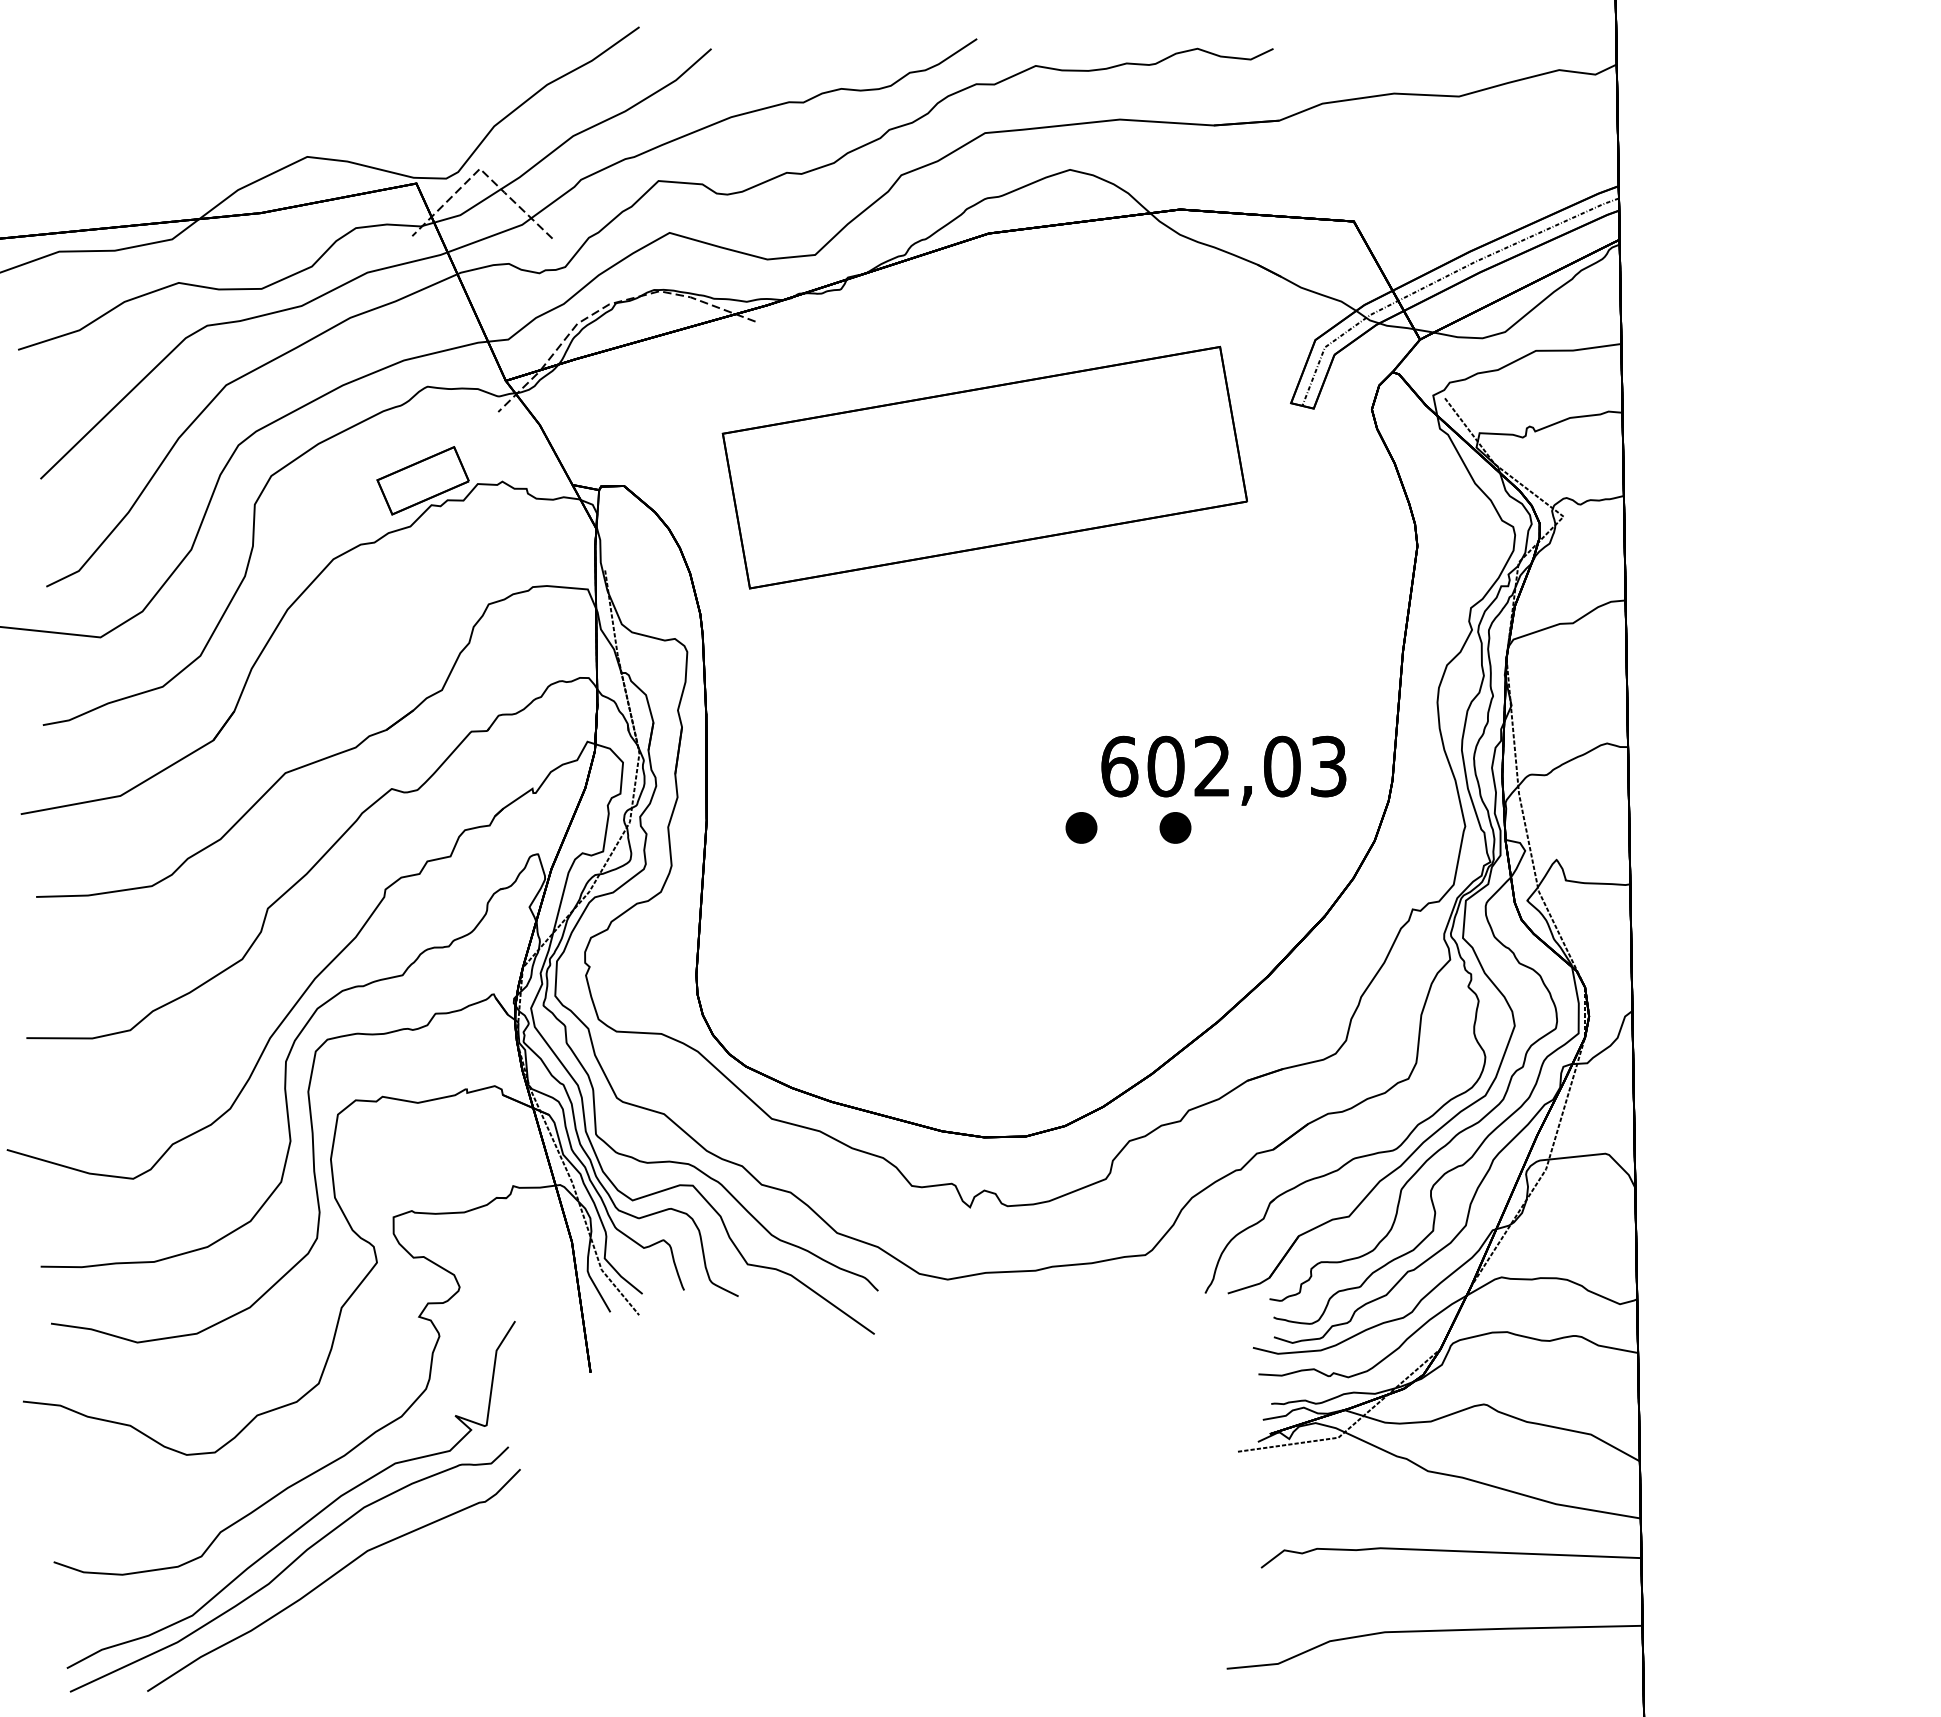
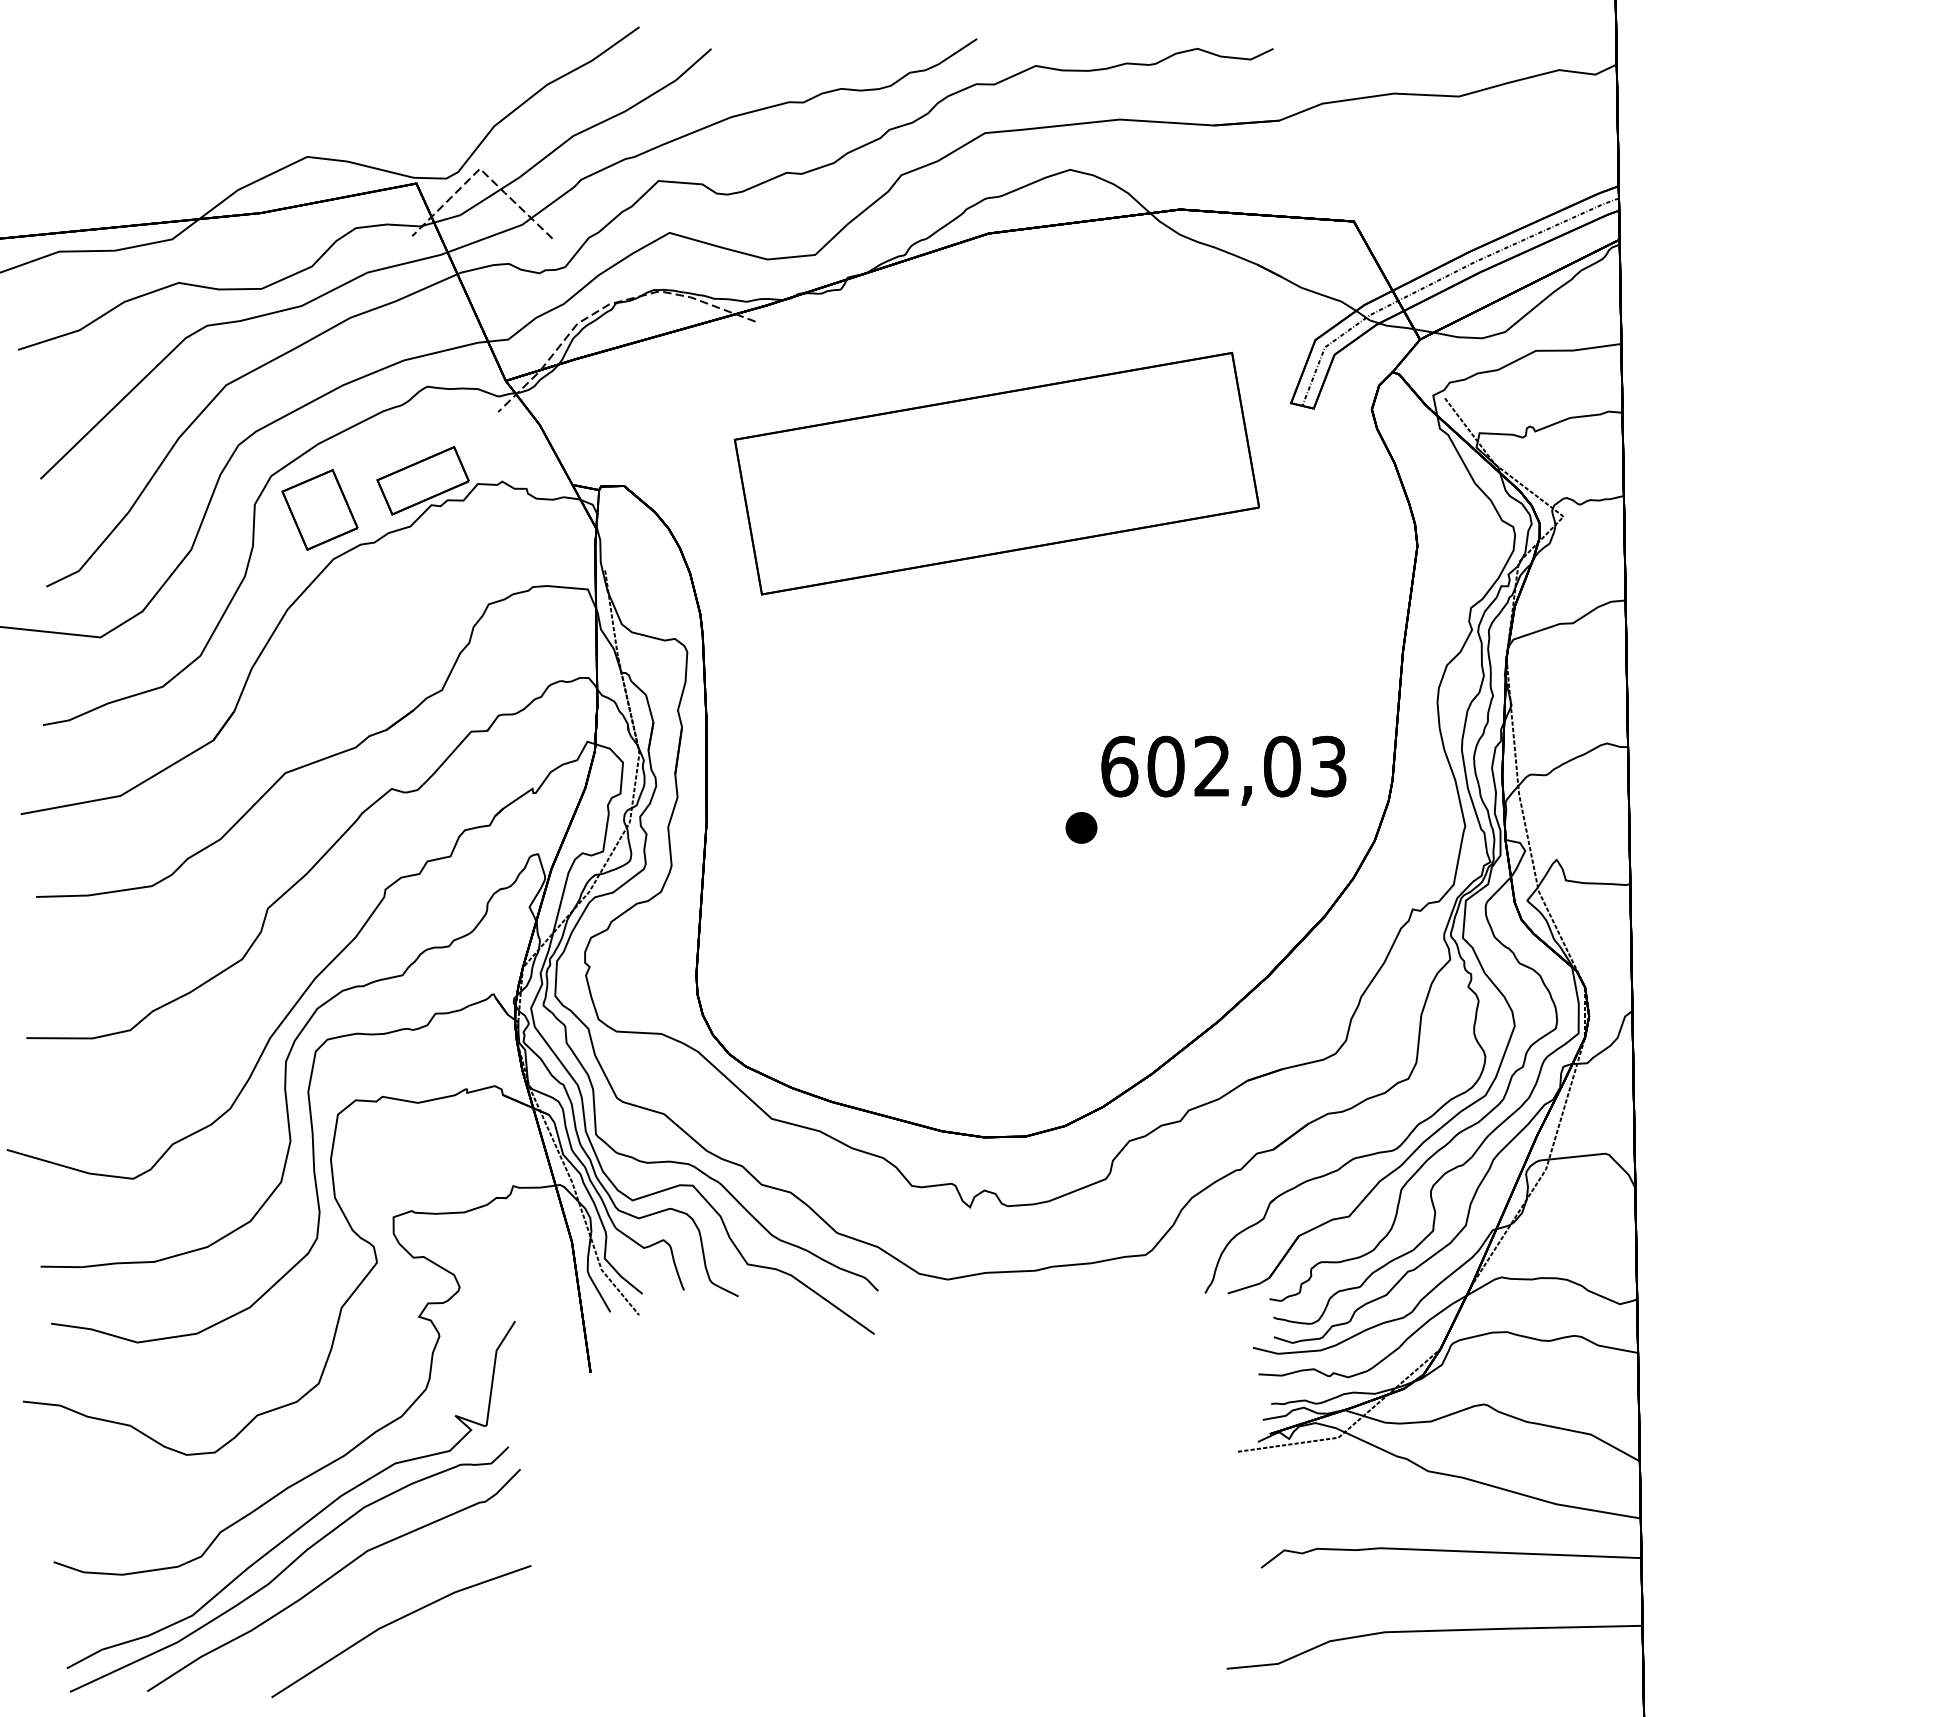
part at (984, 467) position: (984, 467) -> (996, 473)
part at (319, 509): none -> present
part at (1175, 827): present -> none
line at (396, 1621): none -> present
